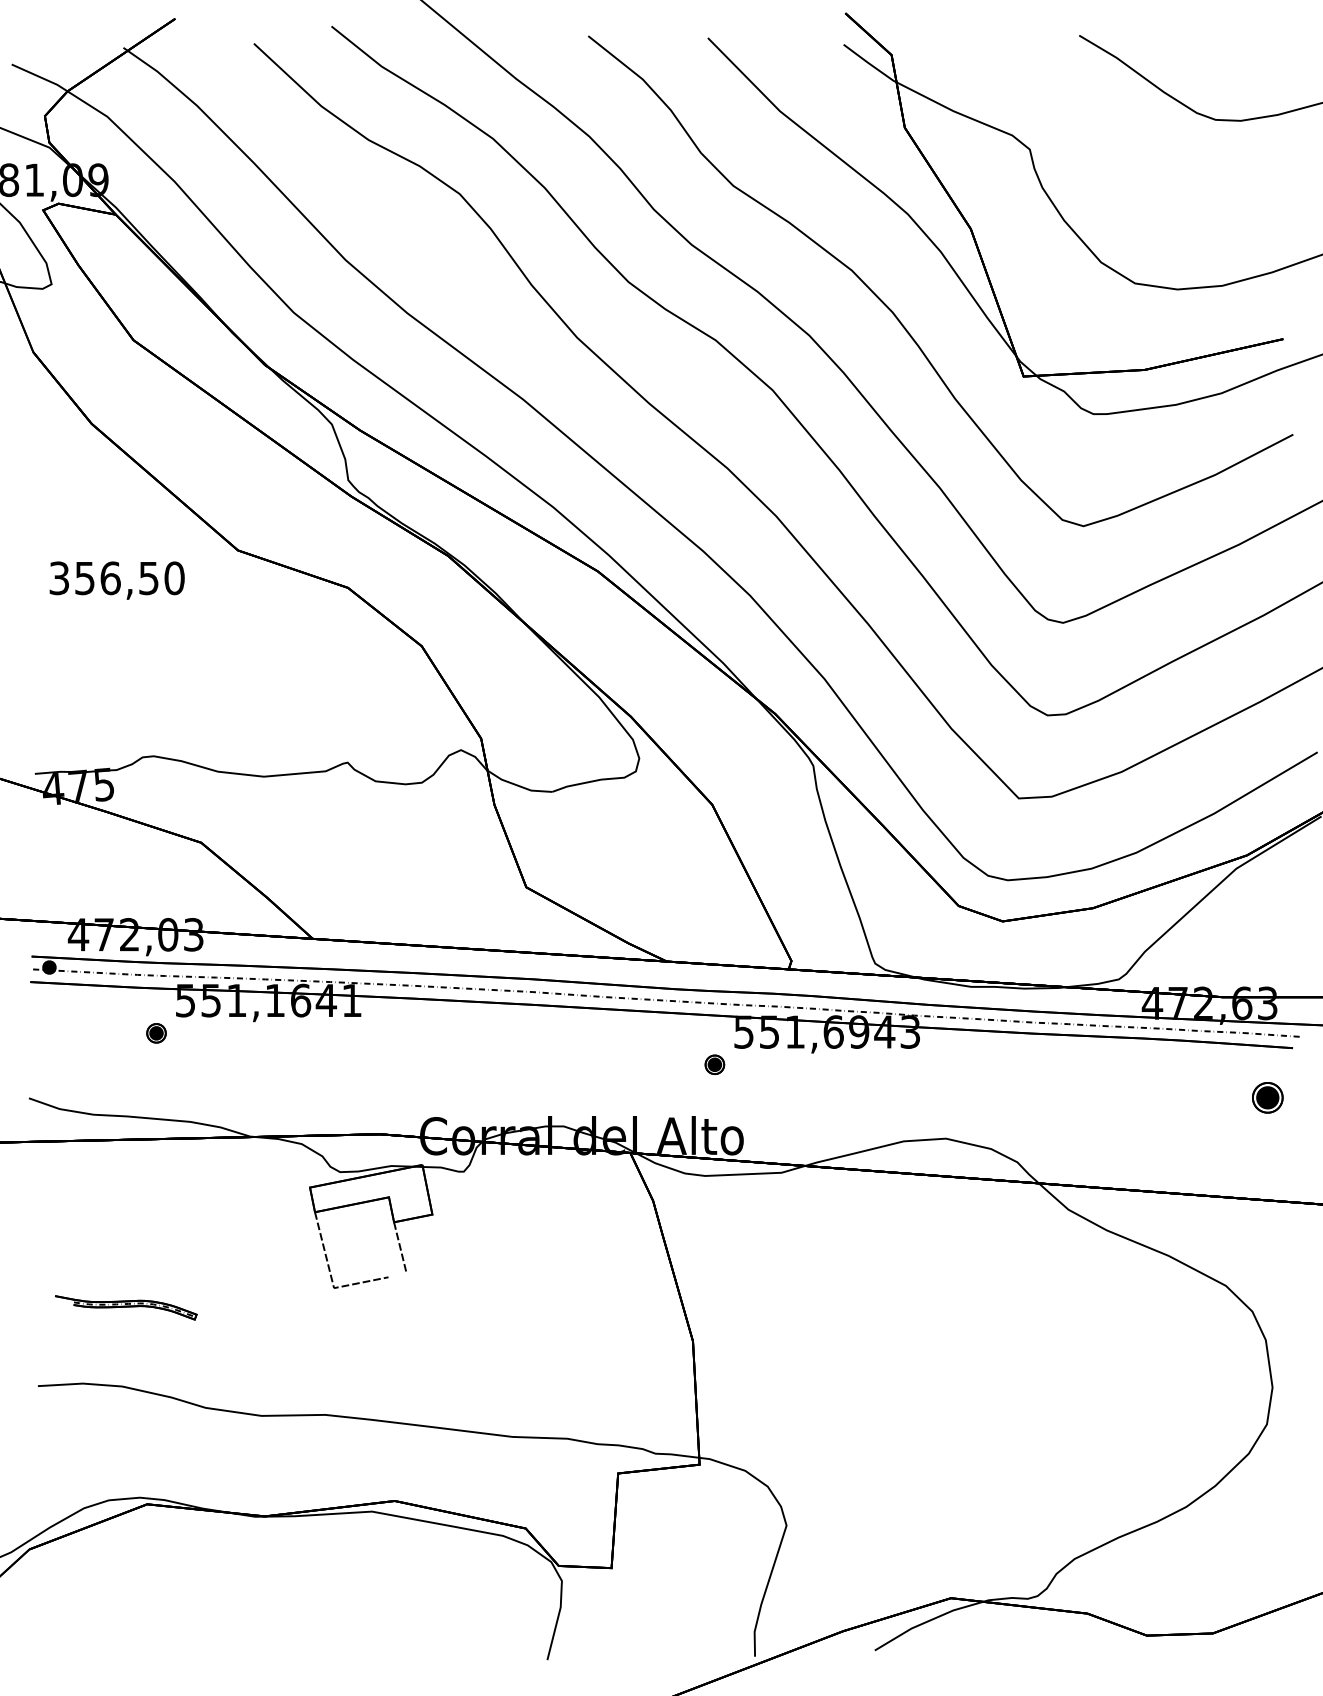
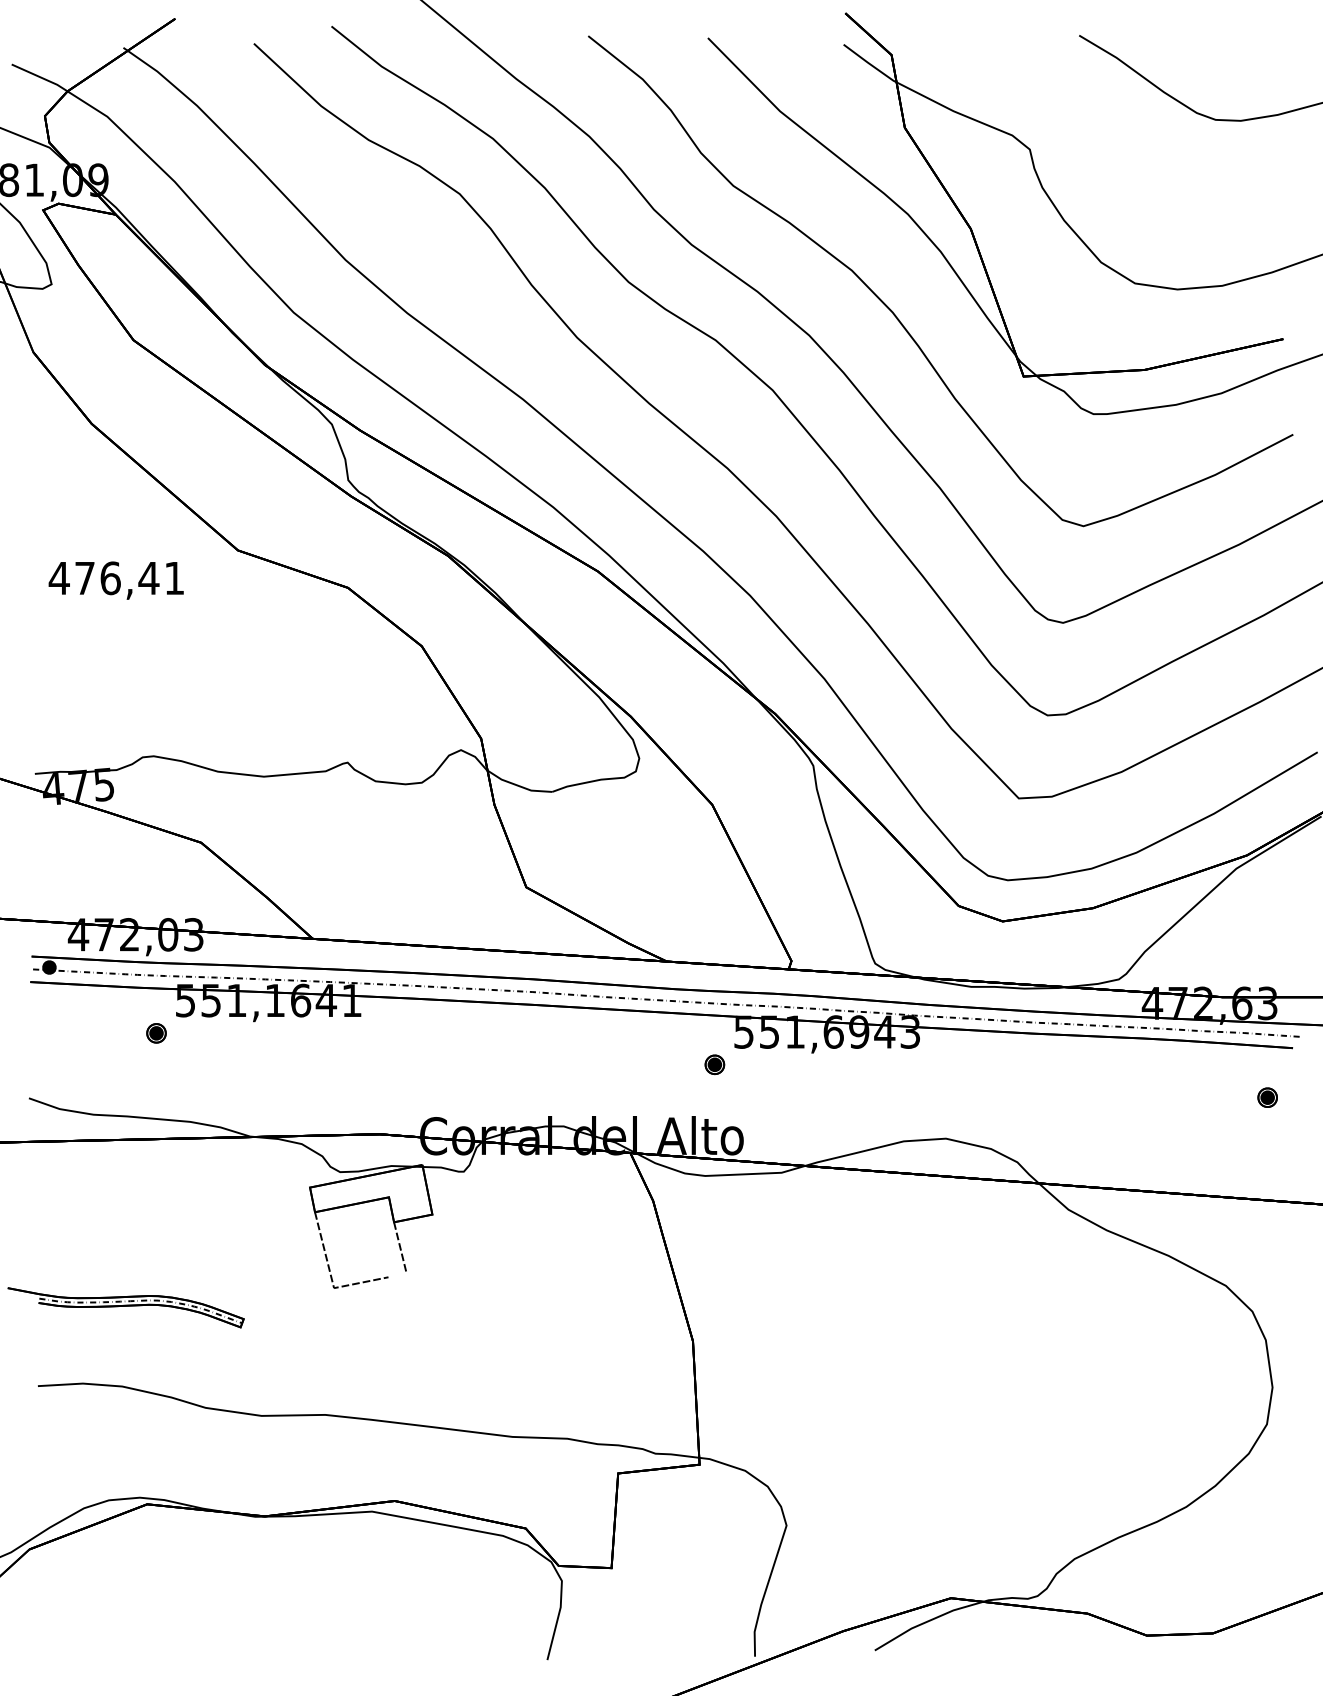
text at (116, 578): 356,50 -> 476,41
part at (1267, 1097) size: 32x32 px -> 21x21 px
part at (126, 1307) size: 143x26 px -> 238x42 px
